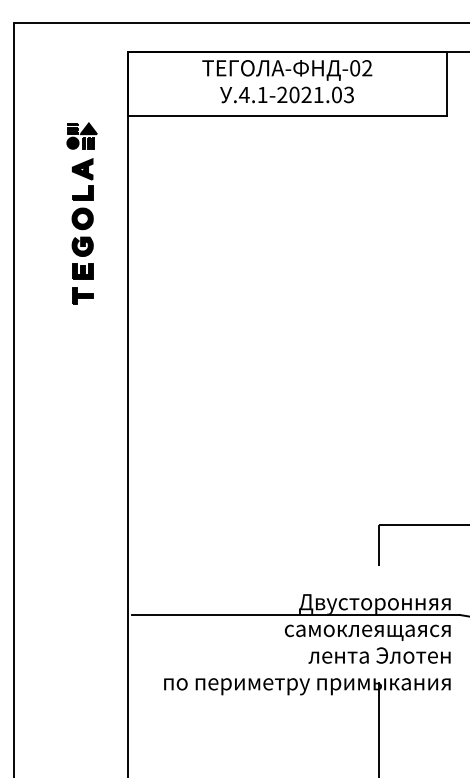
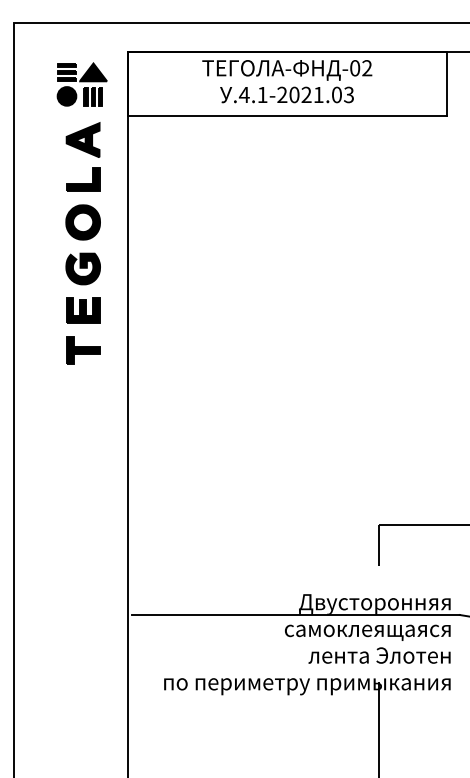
part at (81, 213) size: 32x183 px -> 52x303 px
